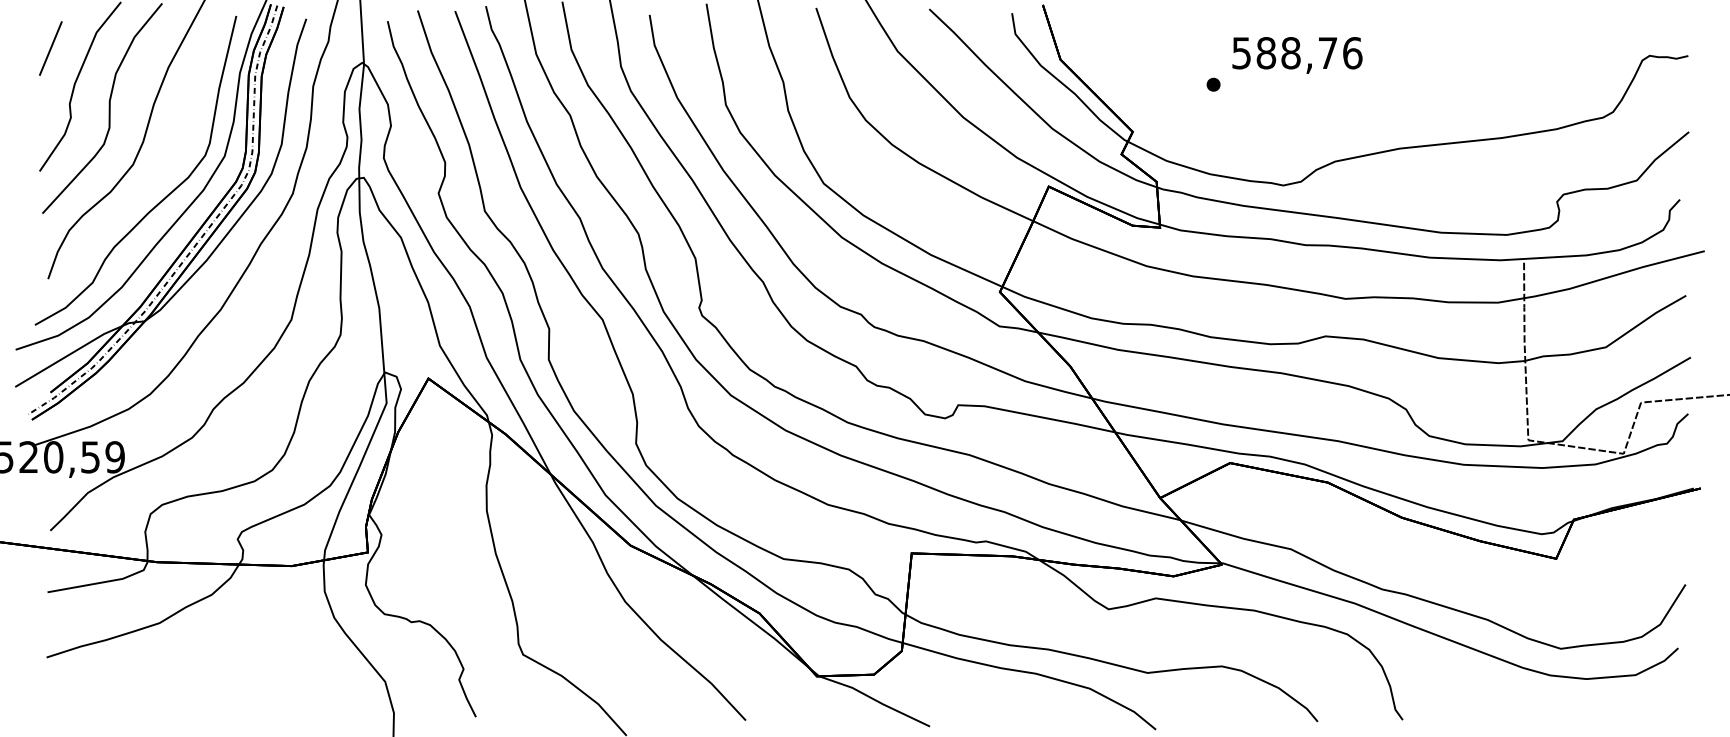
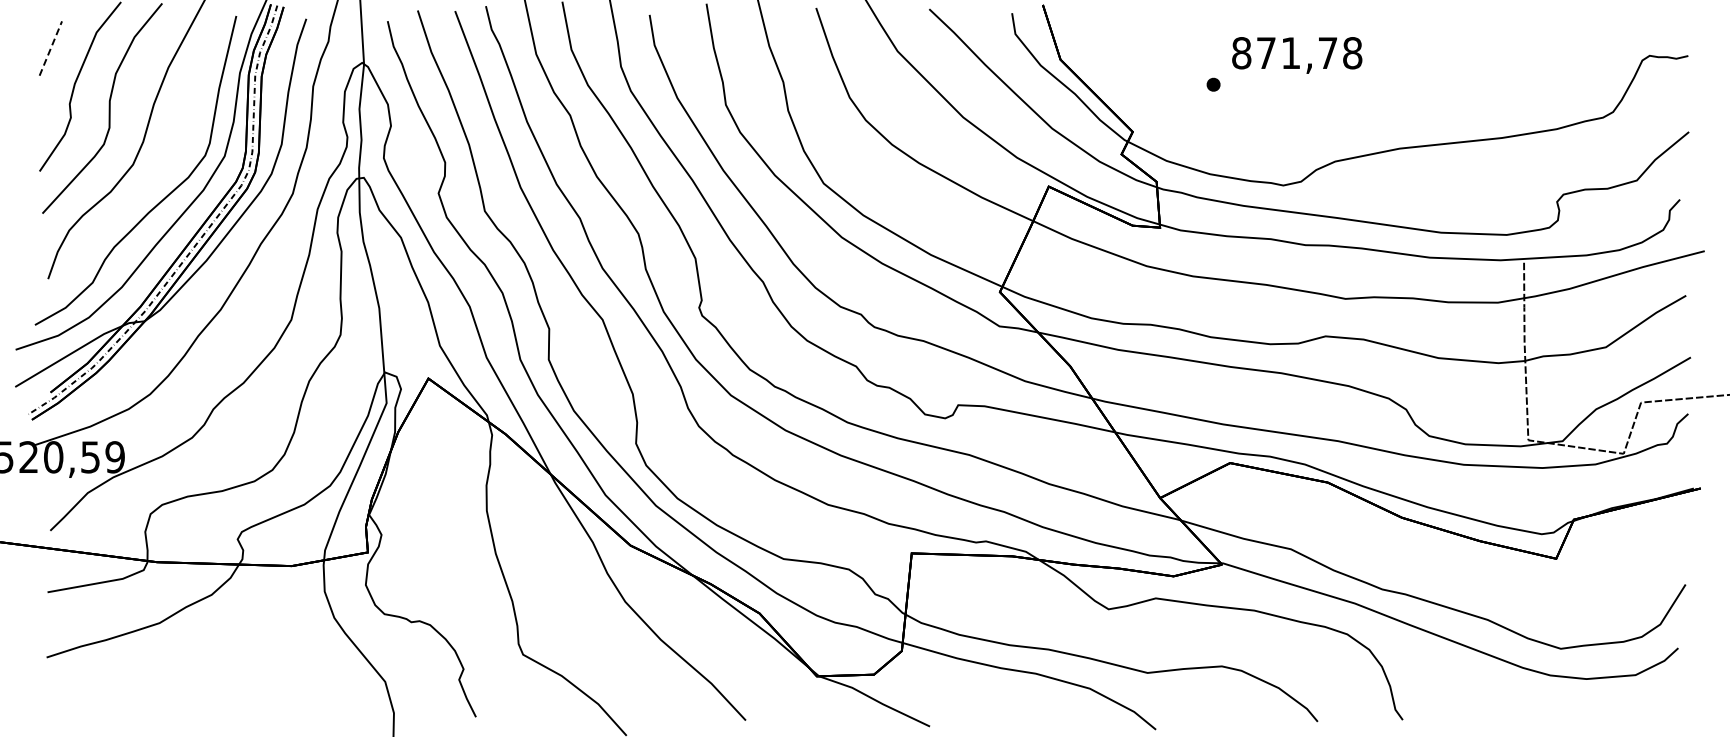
line at (51, 48): solid -> dashed
text at (1297, 53): 588,76 -> 871,78
